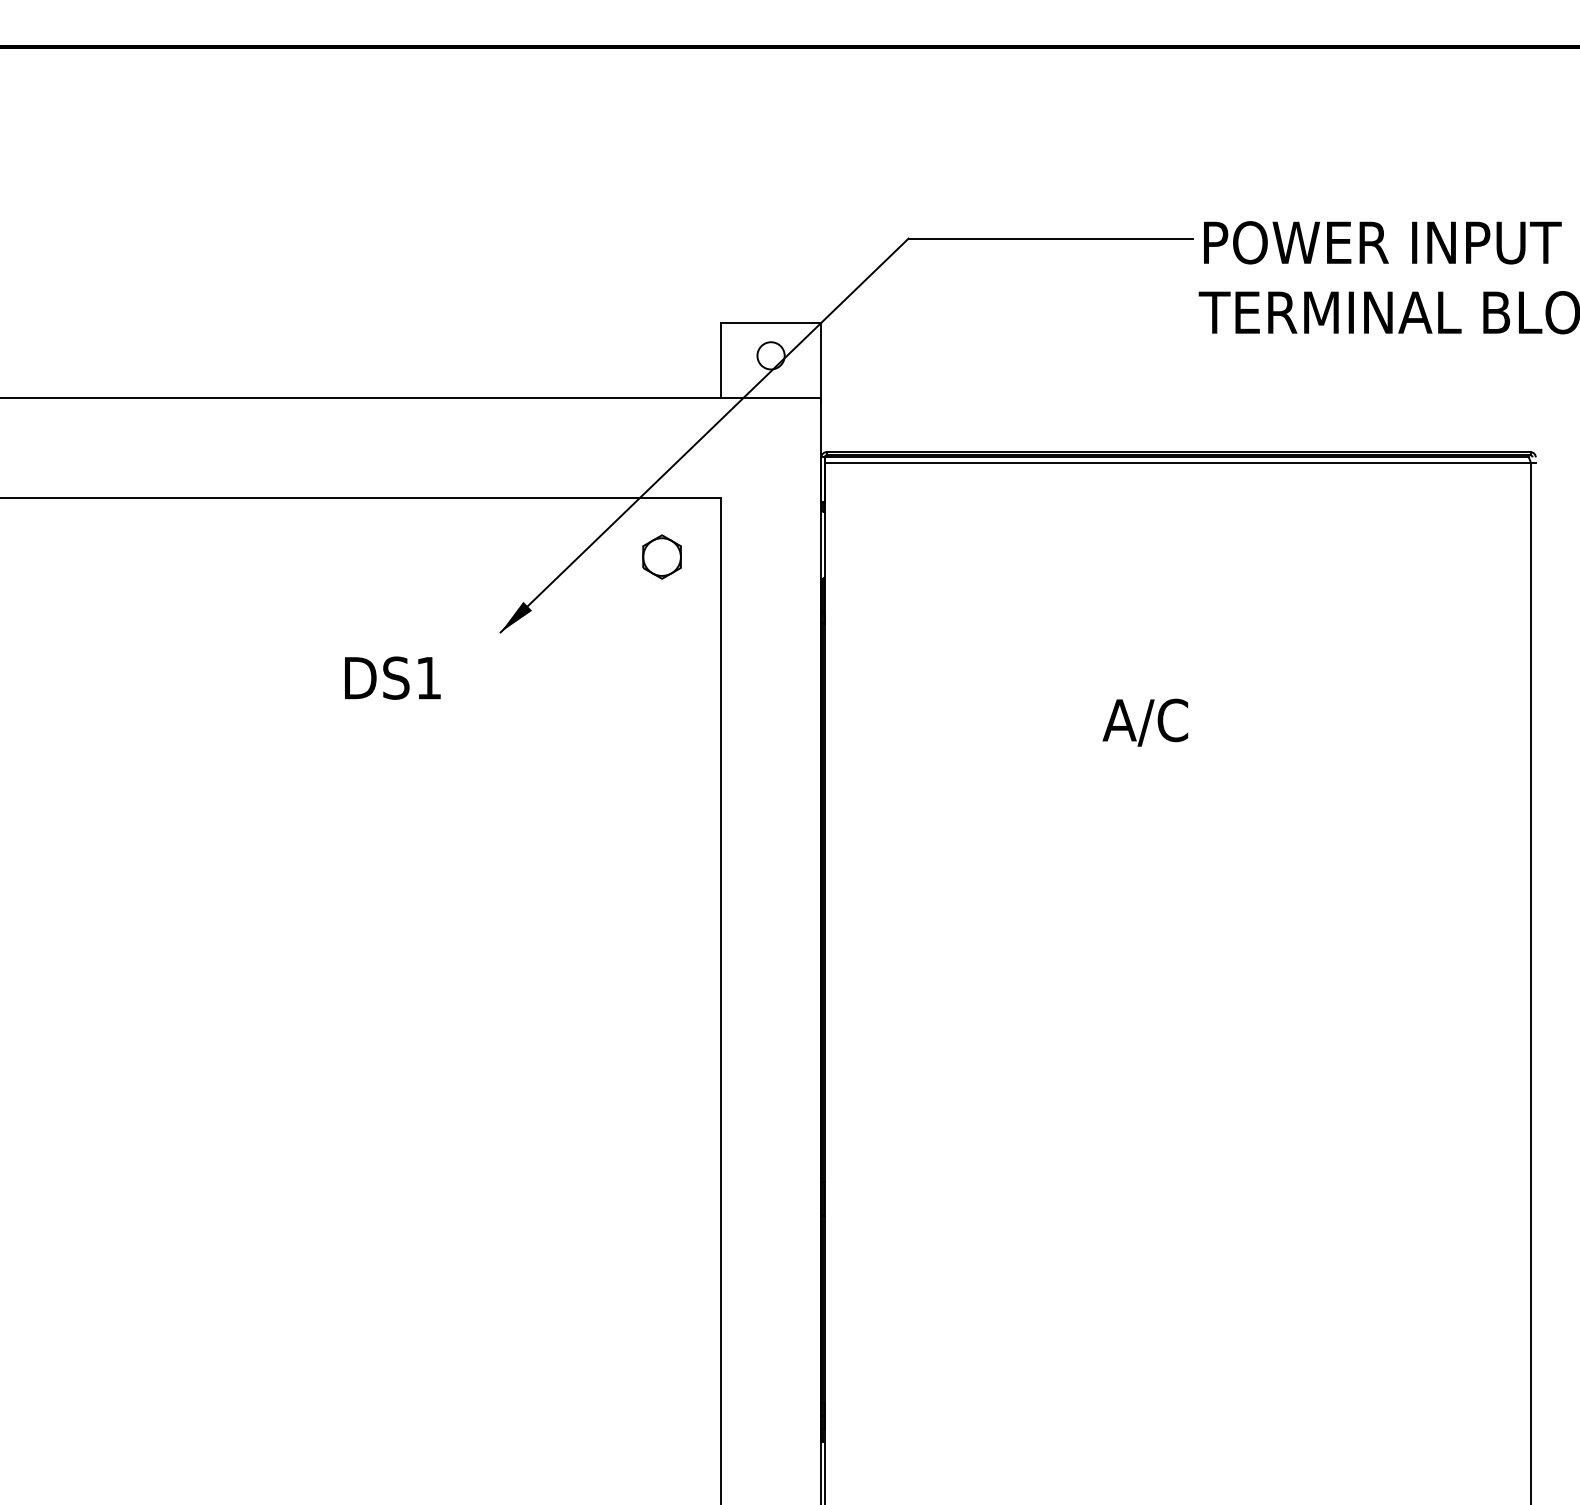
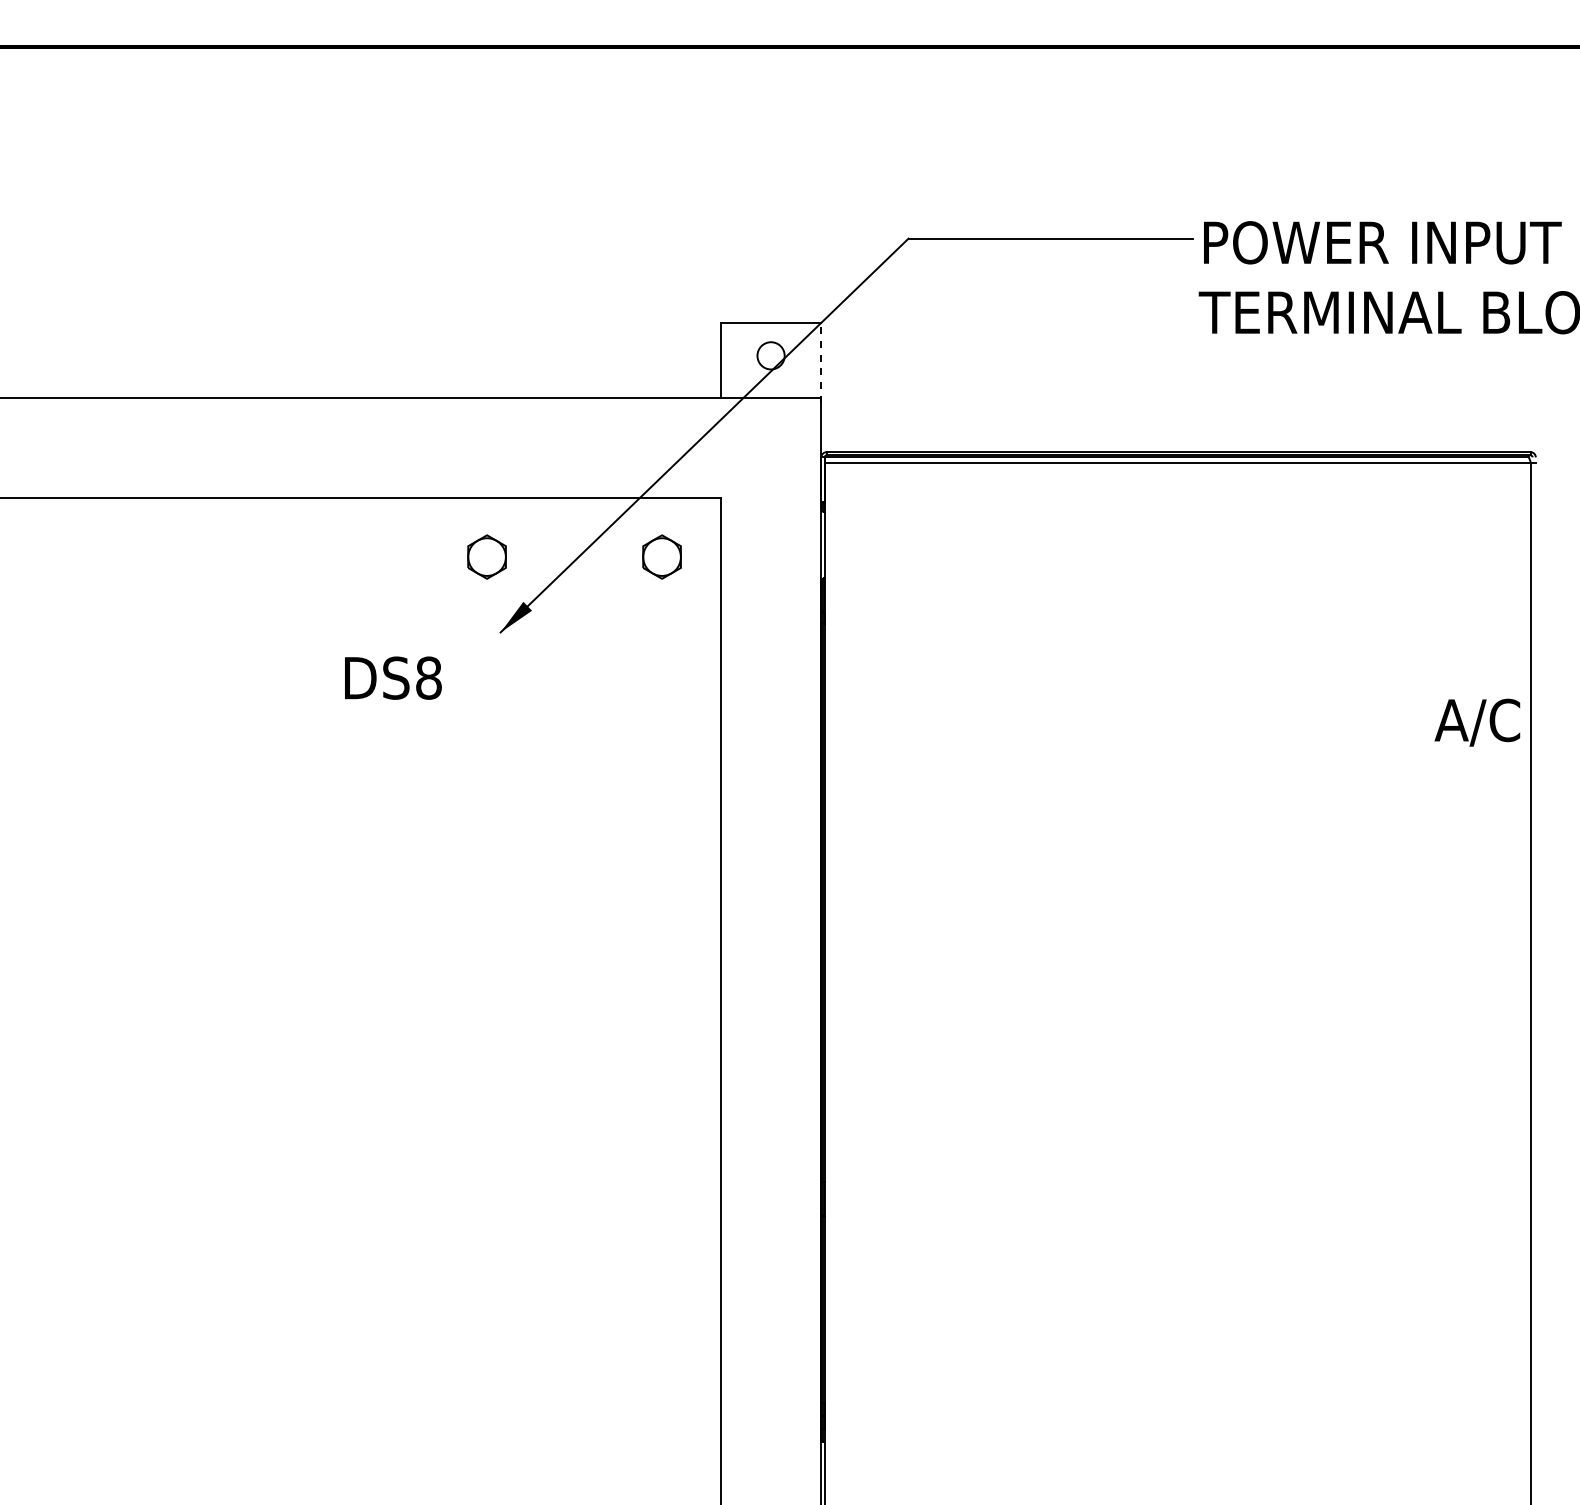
line at (821, 362): solid -> dashed
part at (486, 556): none -> present
text at (428, 677): DS1 -> DS8
text at (1145, 722) position: (1145, 722) -> (1477, 722)
